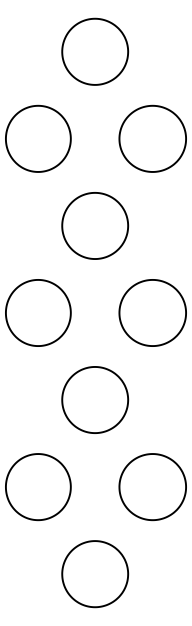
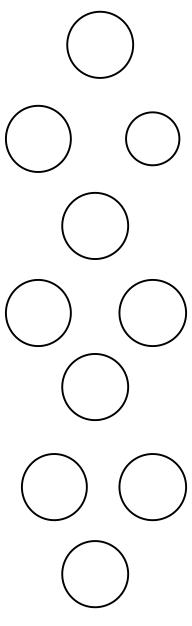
part at (95, 51) position: (95, 51) -> (100, 44)
part at (152, 138) size: 69x69 px -> 56x56 px
part at (95, 399) position: (95, 399) -> (95, 386)
part at (38, 487) position: (38, 487) -> (54, 487)
